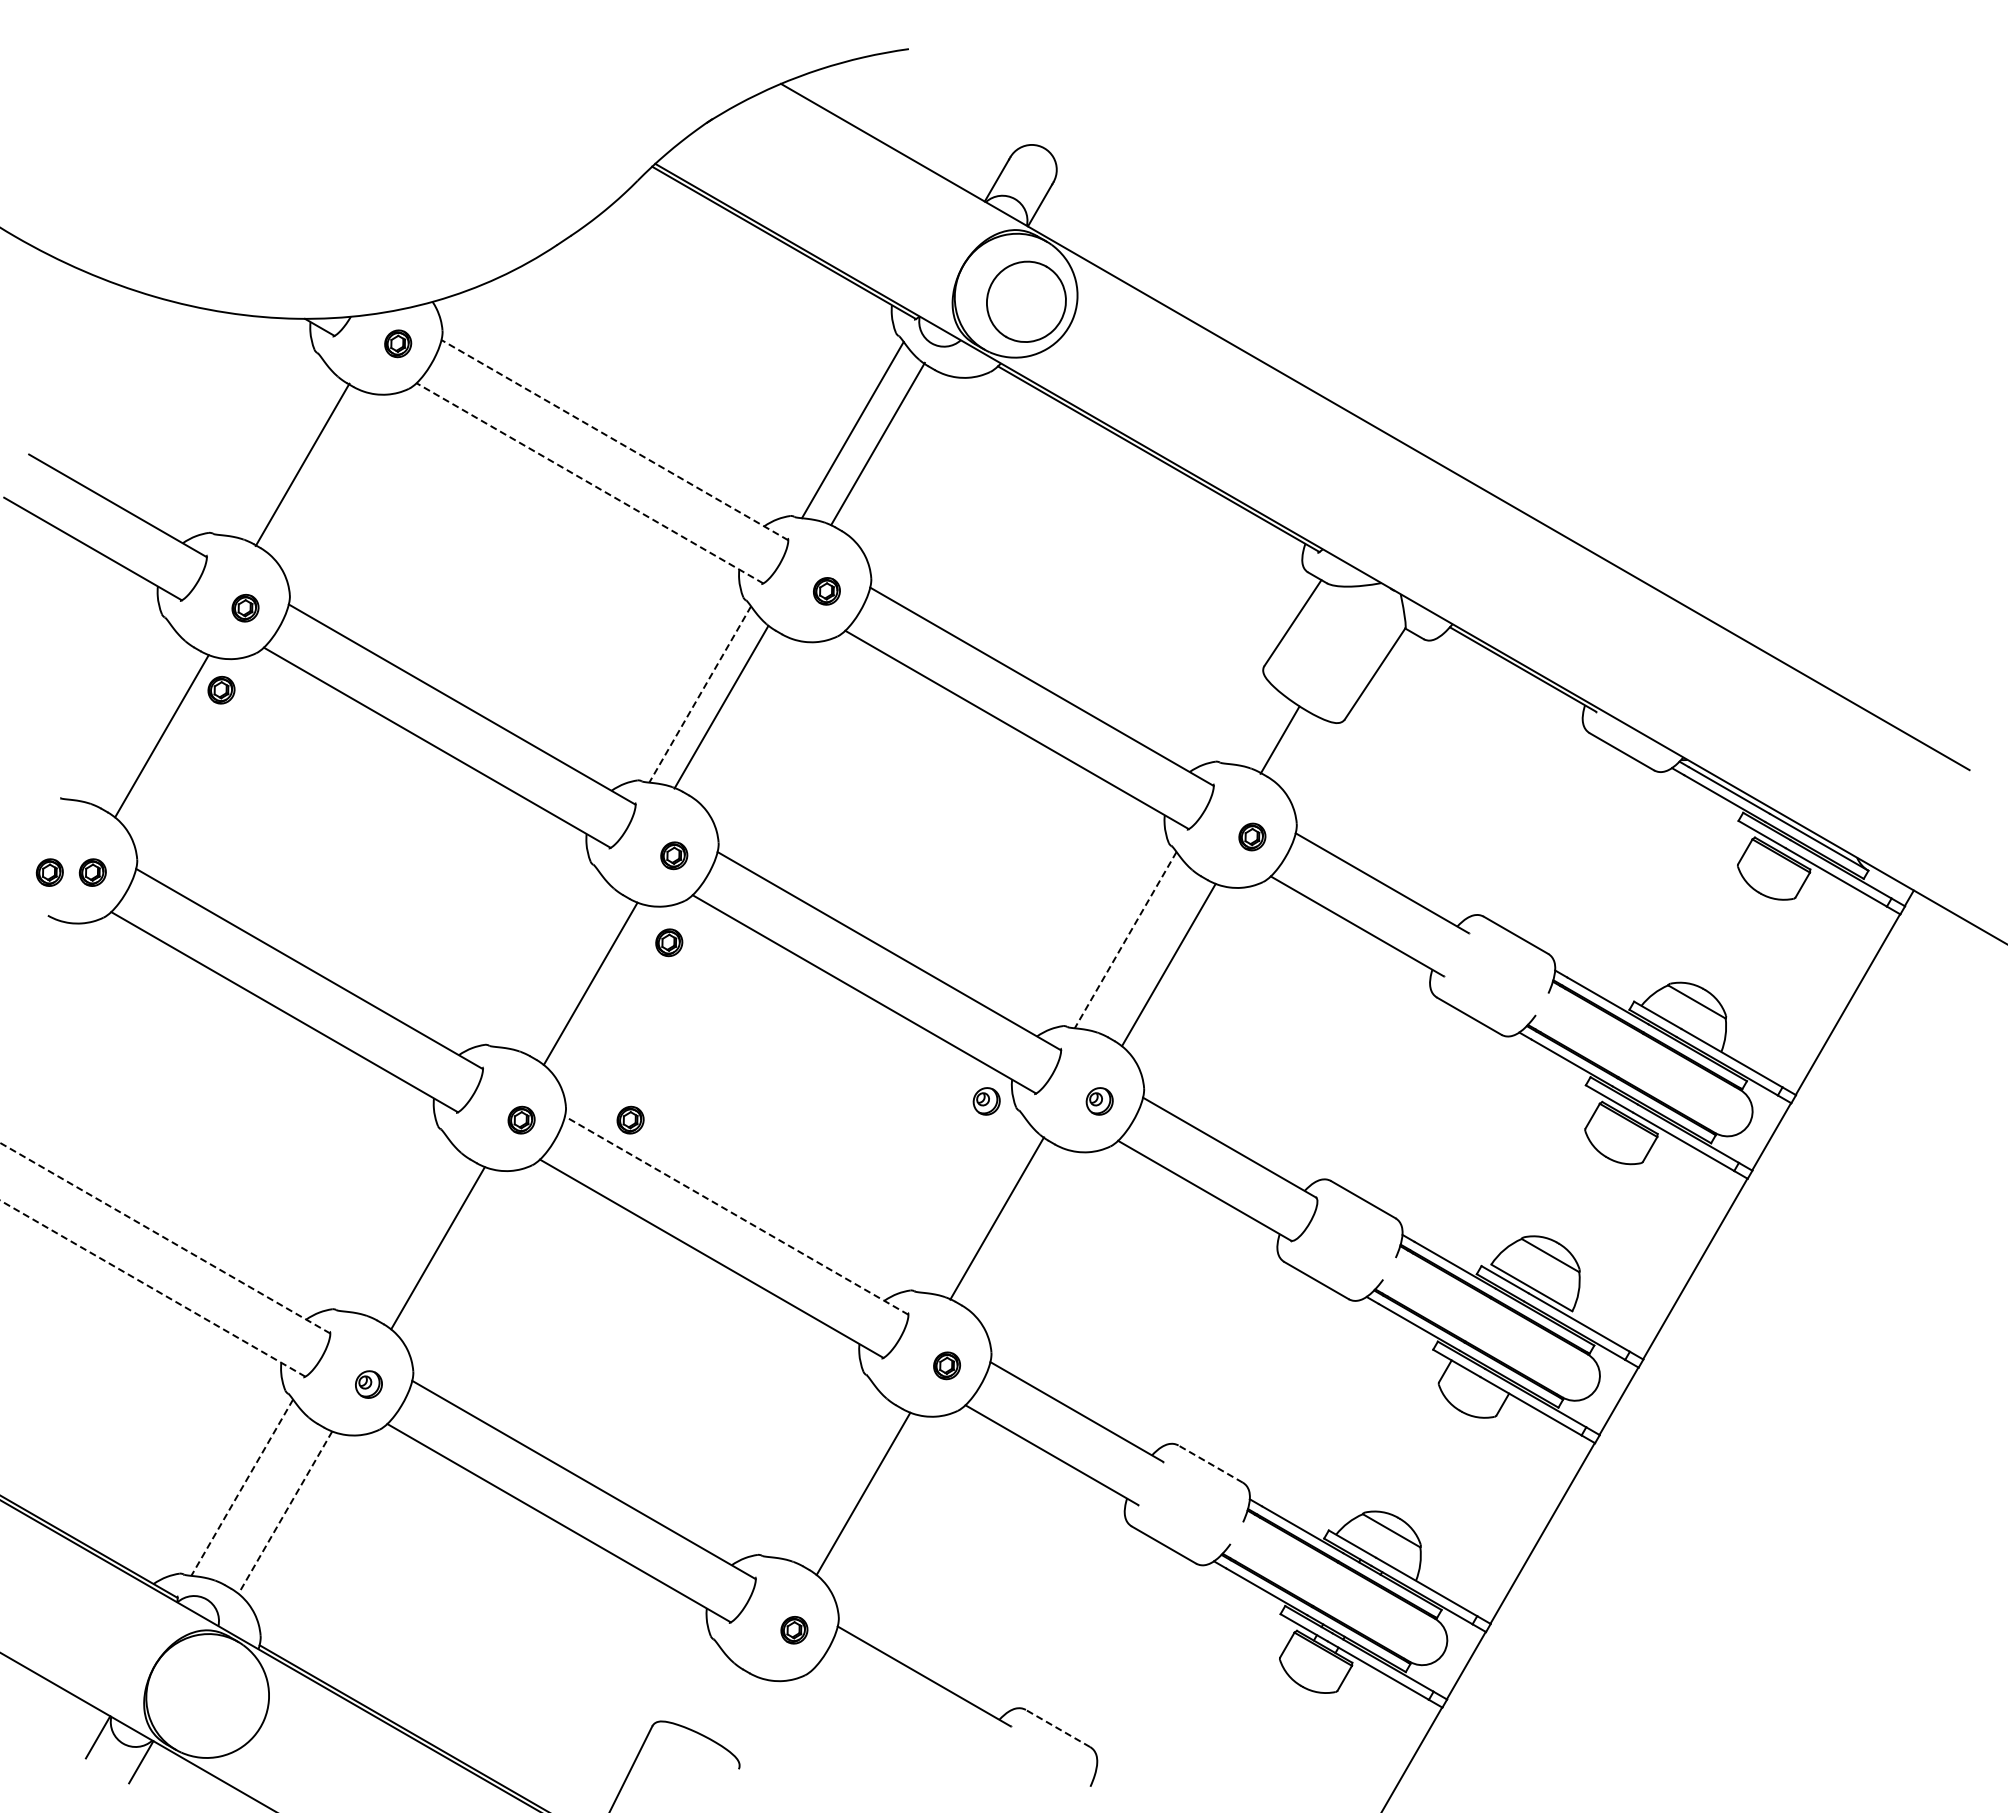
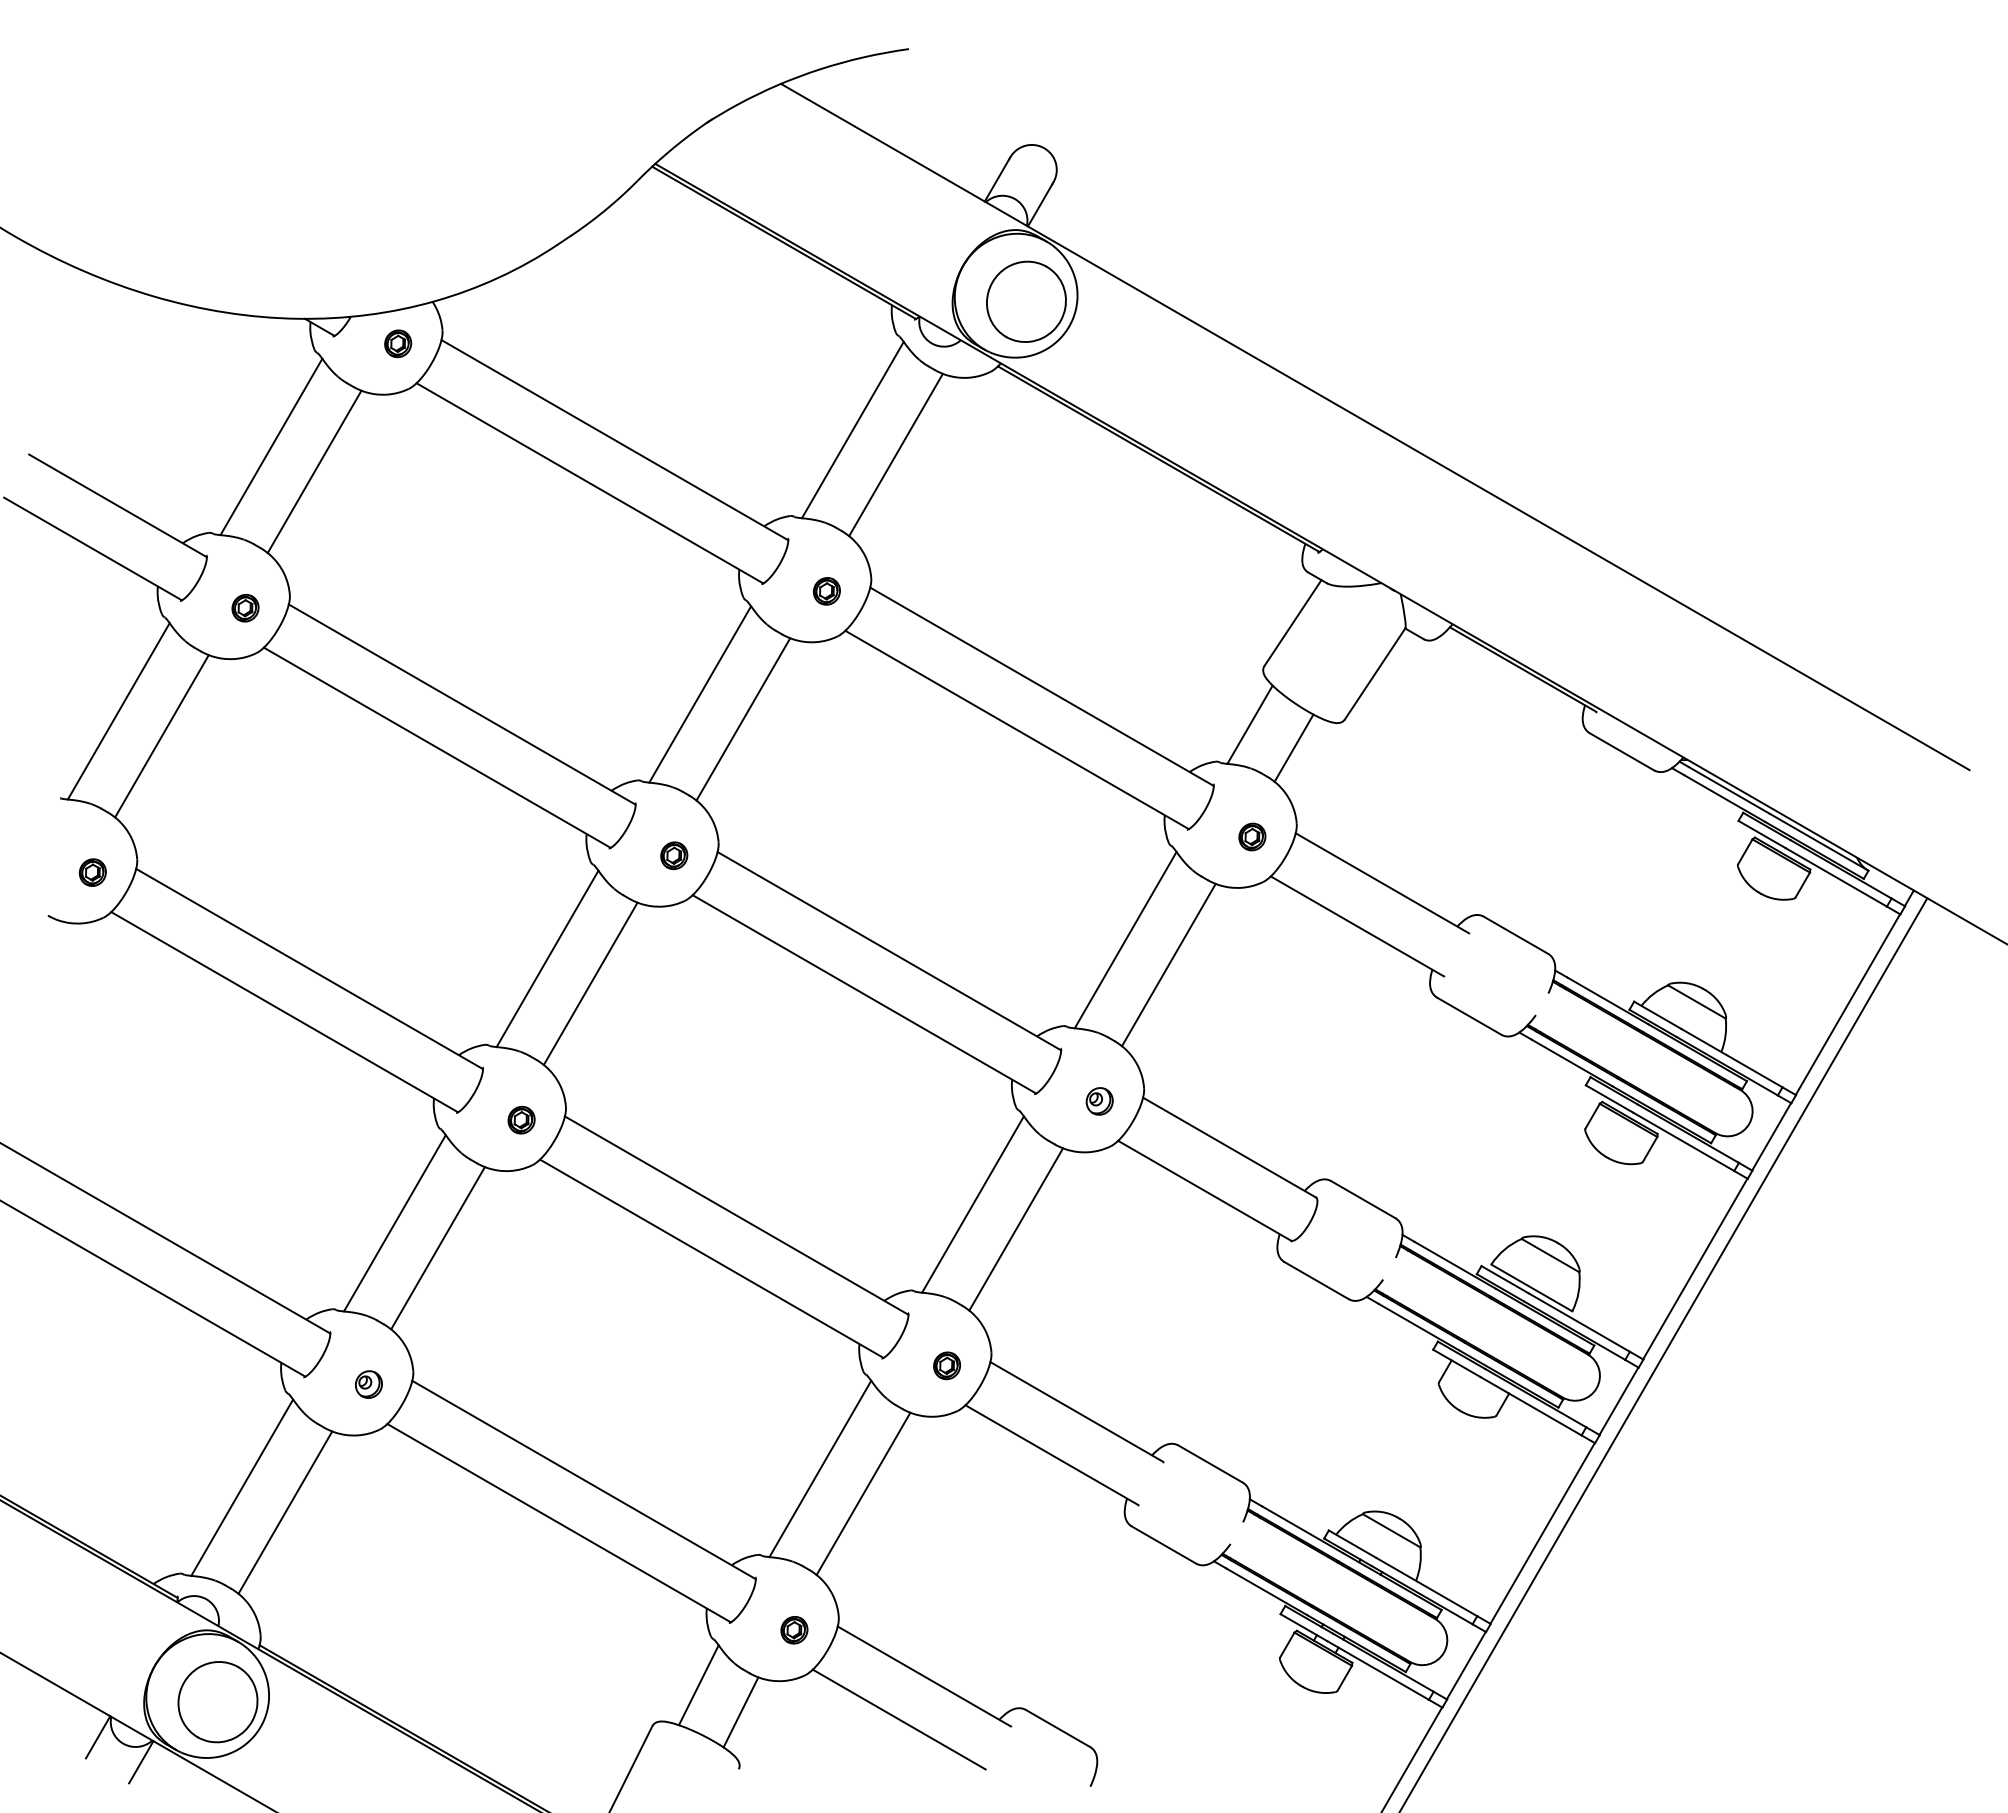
line at (614, 439): dashed -> solid
line at (877, 443) position: (877, 443) -> (895, 454)
line at (271, 446): none -> present
line at (302, 464) position: (302, 464) -> (314, 471)
line at (589, 483): dashed -> solid
part at (221, 690): present -> none
line at (700, 694): dashed -> solid
line at (721, 707) position: (721, 707) -> (743, 719)
line at (118, 711): none -> present
line at (1249, 724): none -> present
line at (1279, 739) position: (1279, 739) -> (1293, 747)
part at (49, 872): present -> none
line at (1125, 940): dashed -> solid
part at (669, 942): present -> none
line at (547, 958): none -> present
part at (986, 1101): present -> none
part at (630, 1119): present -> none
line at (972, 1204): none -> present
line at (736, 1215): dashed -> solid
line at (997, 1218) position: (997, 1218) -> (1016, 1229)
line at (394, 1223): none -> present
line at (165, 1238): dashed -> solid
line at (152, 1288): dashed -> solid
line at (1664, 1353): none -> present
line at (1210, 1463): dashed -> solid
line at (820, 1468): none -> present
line at (242, 1487): dashed -> solid
line at (285, 1512): dashed -> solid
line at (698, 1685): none -> present
part at (217, 1702): none -> present
line at (740, 1712): none -> present
line at (898, 1719): none -> present
line at (1057, 1728): dashed -> solid
